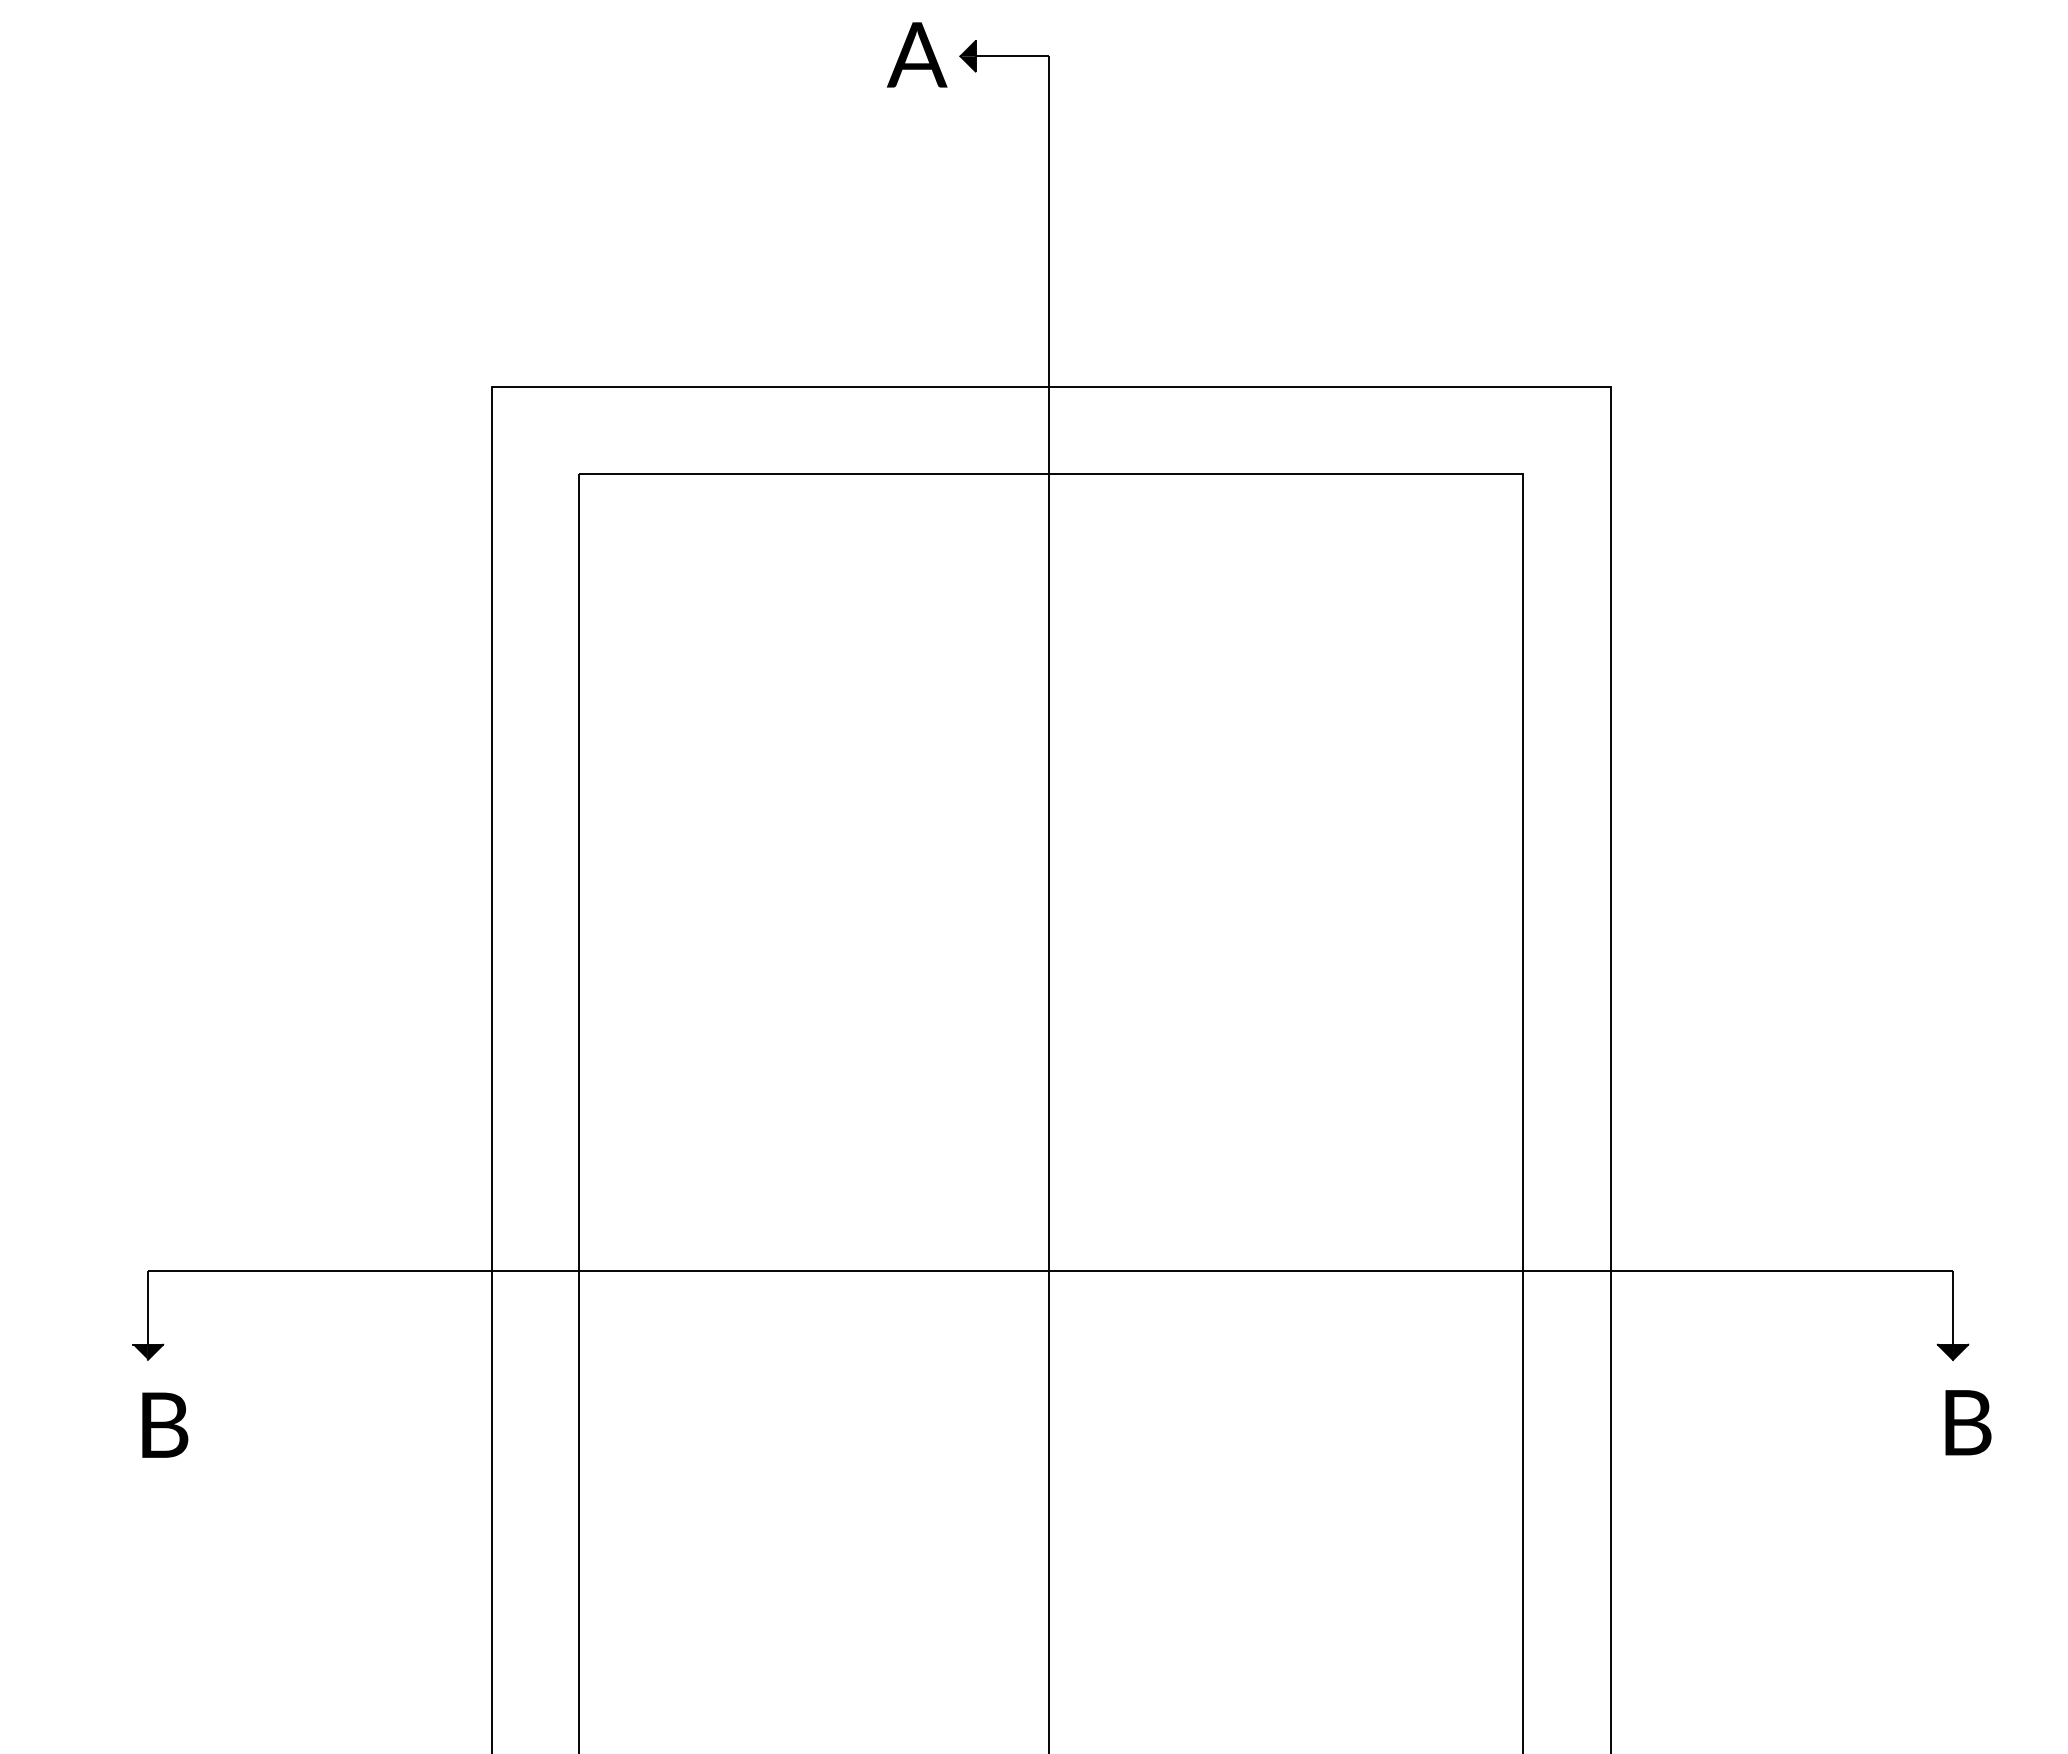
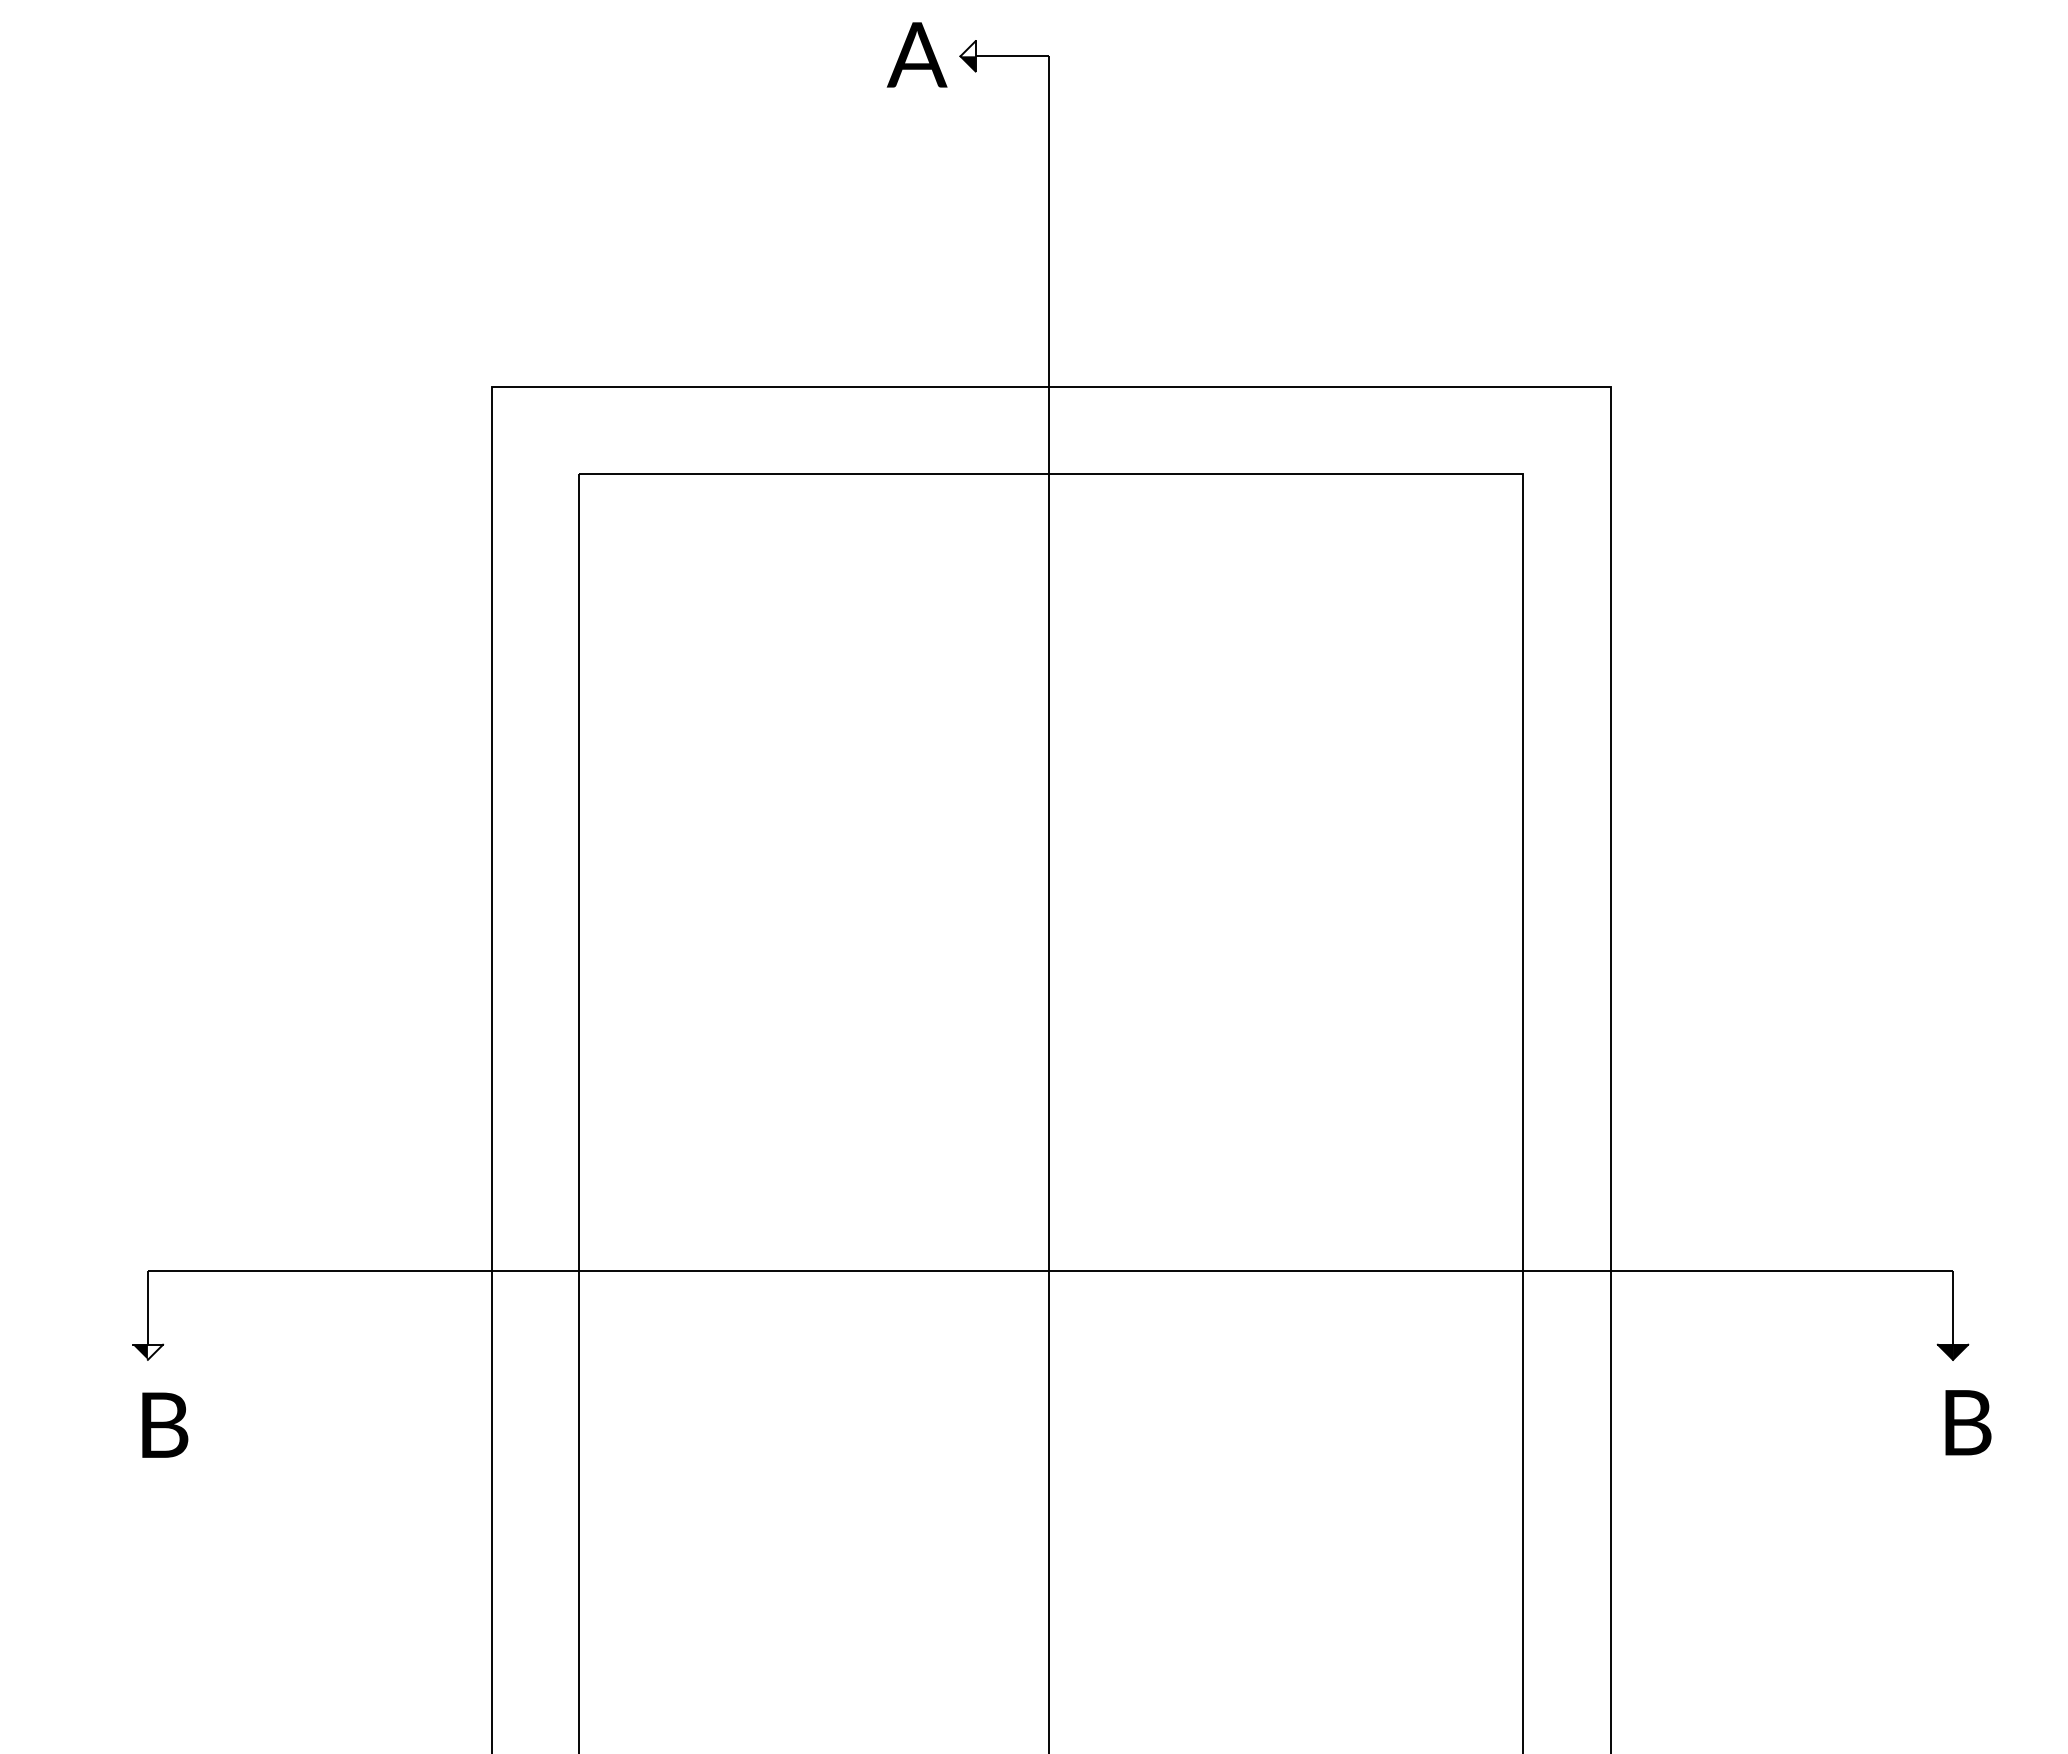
fill at (967, 48): present -> none
fill at (155, 1351): present -> none
